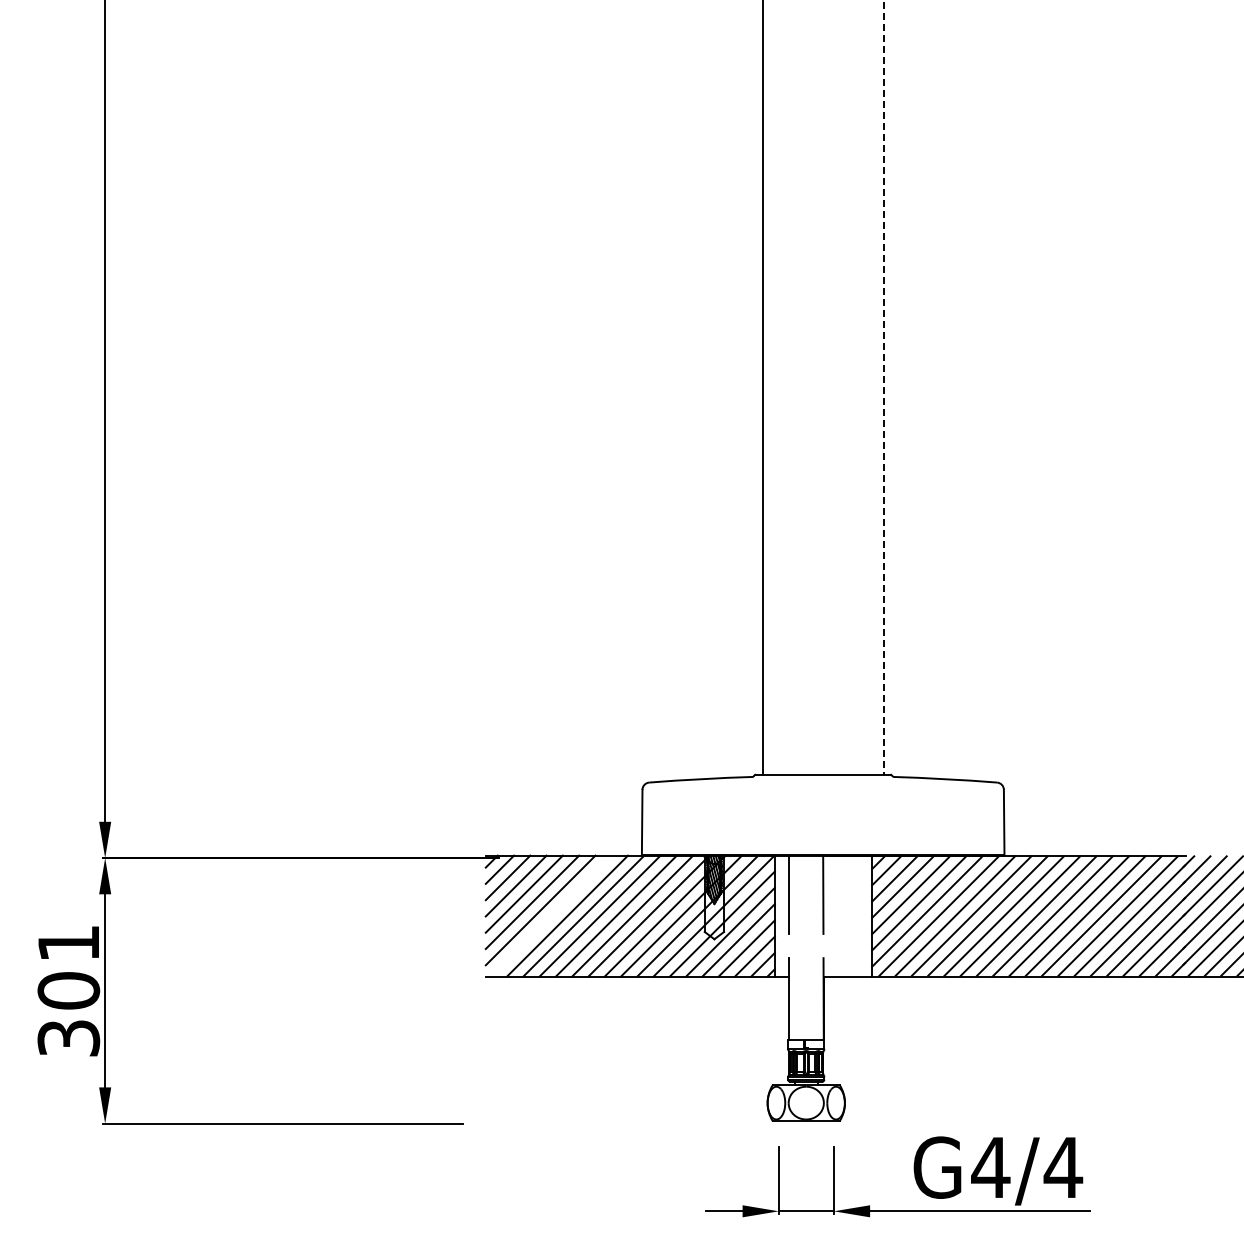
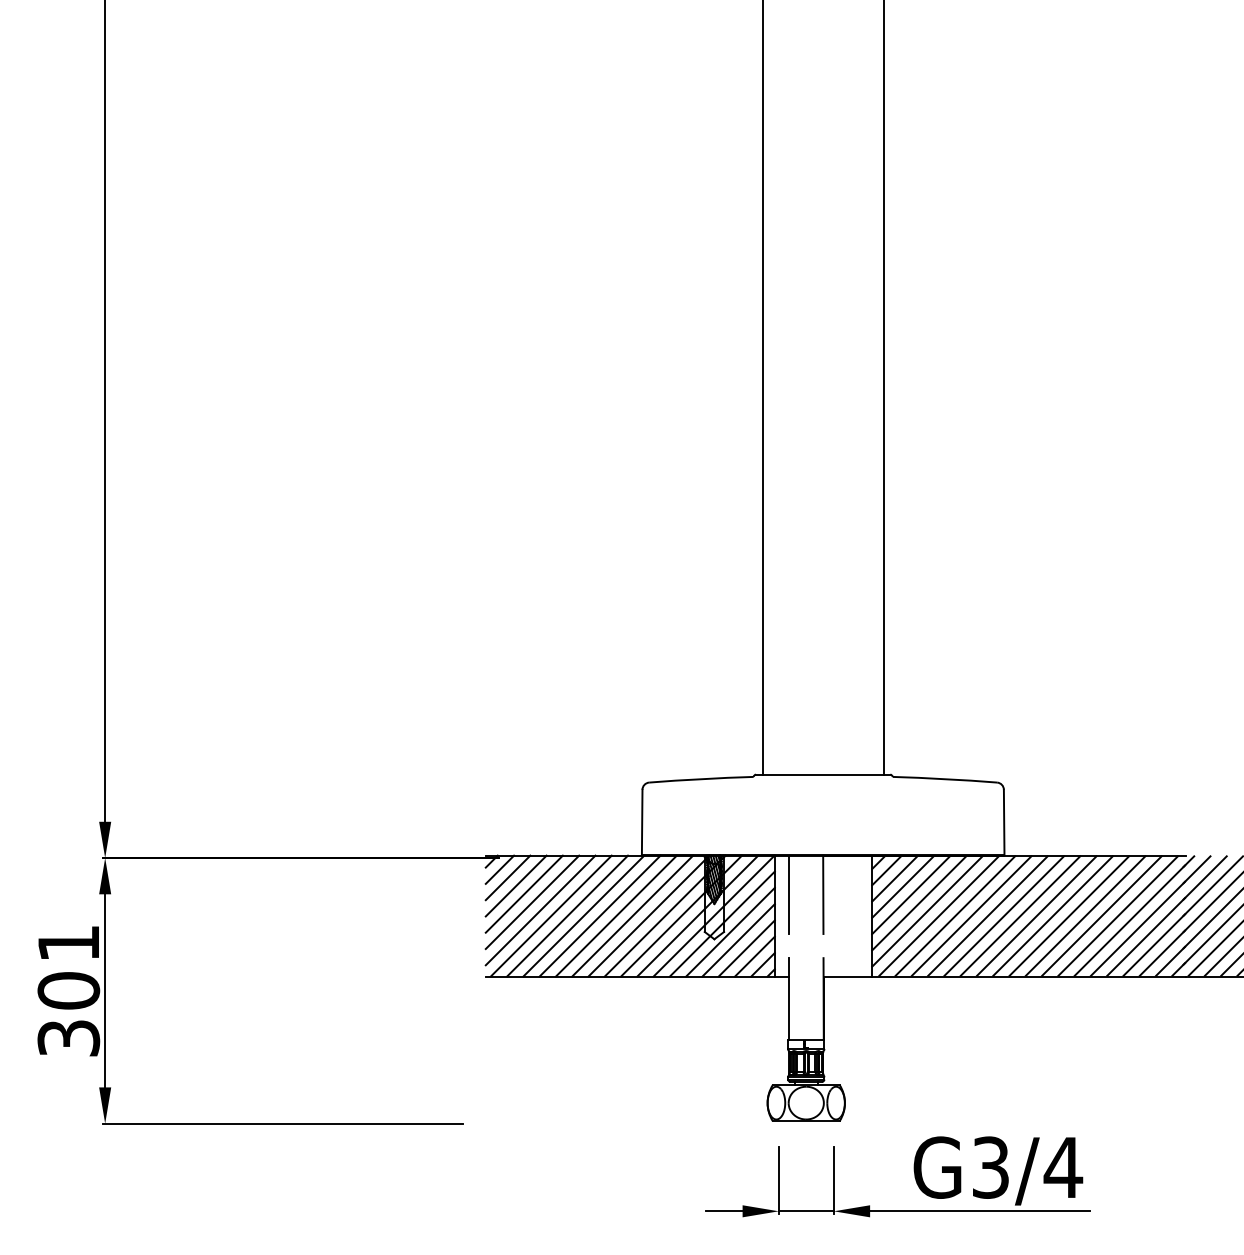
line at (883, 387): dashed -> solid
line at (550, 915): none -> present
text at (990, 1167): G4/4 -> G3/4
